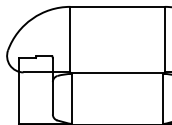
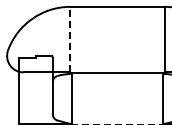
line at (70, 39): solid -> dashed
line at (118, 124): solid -> dashed
